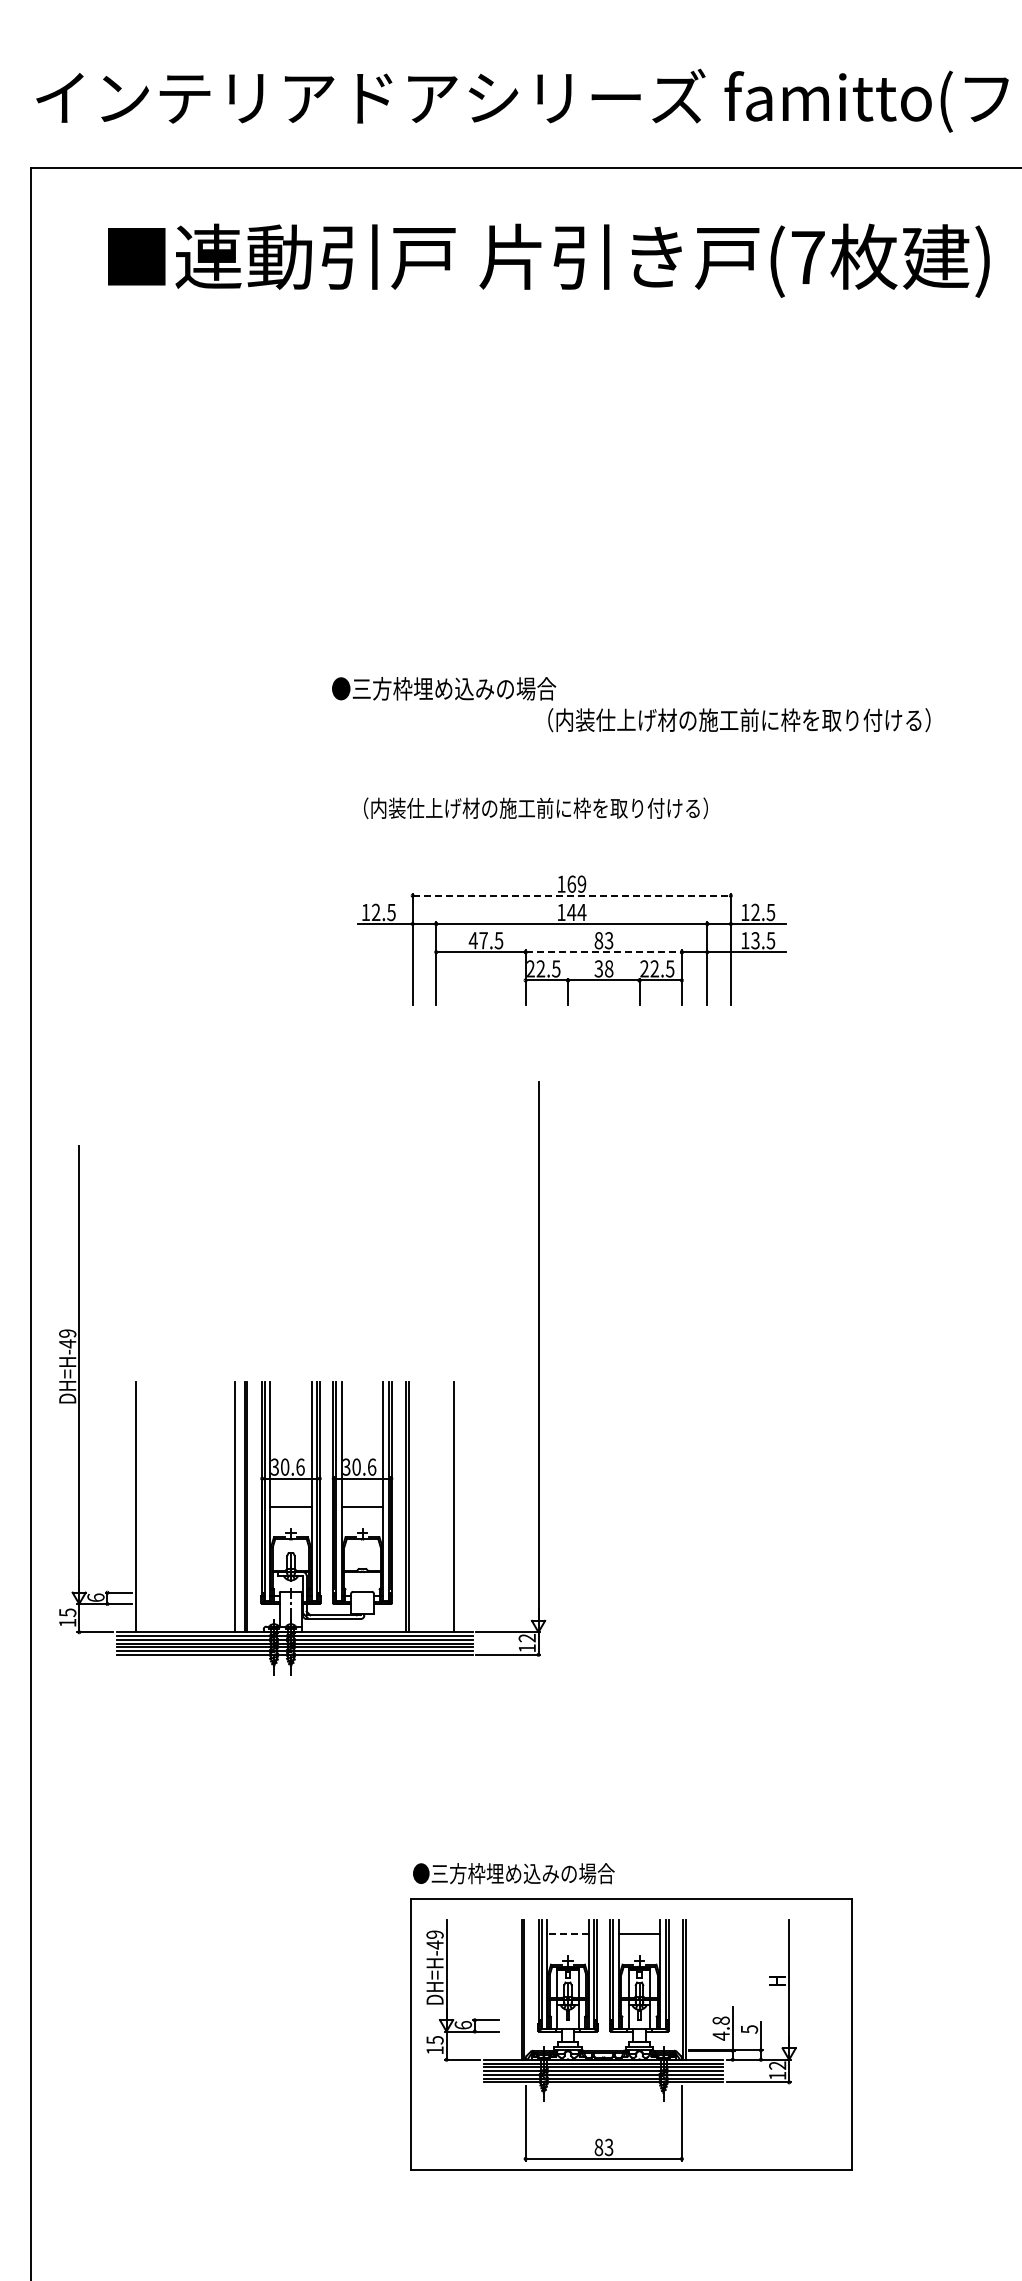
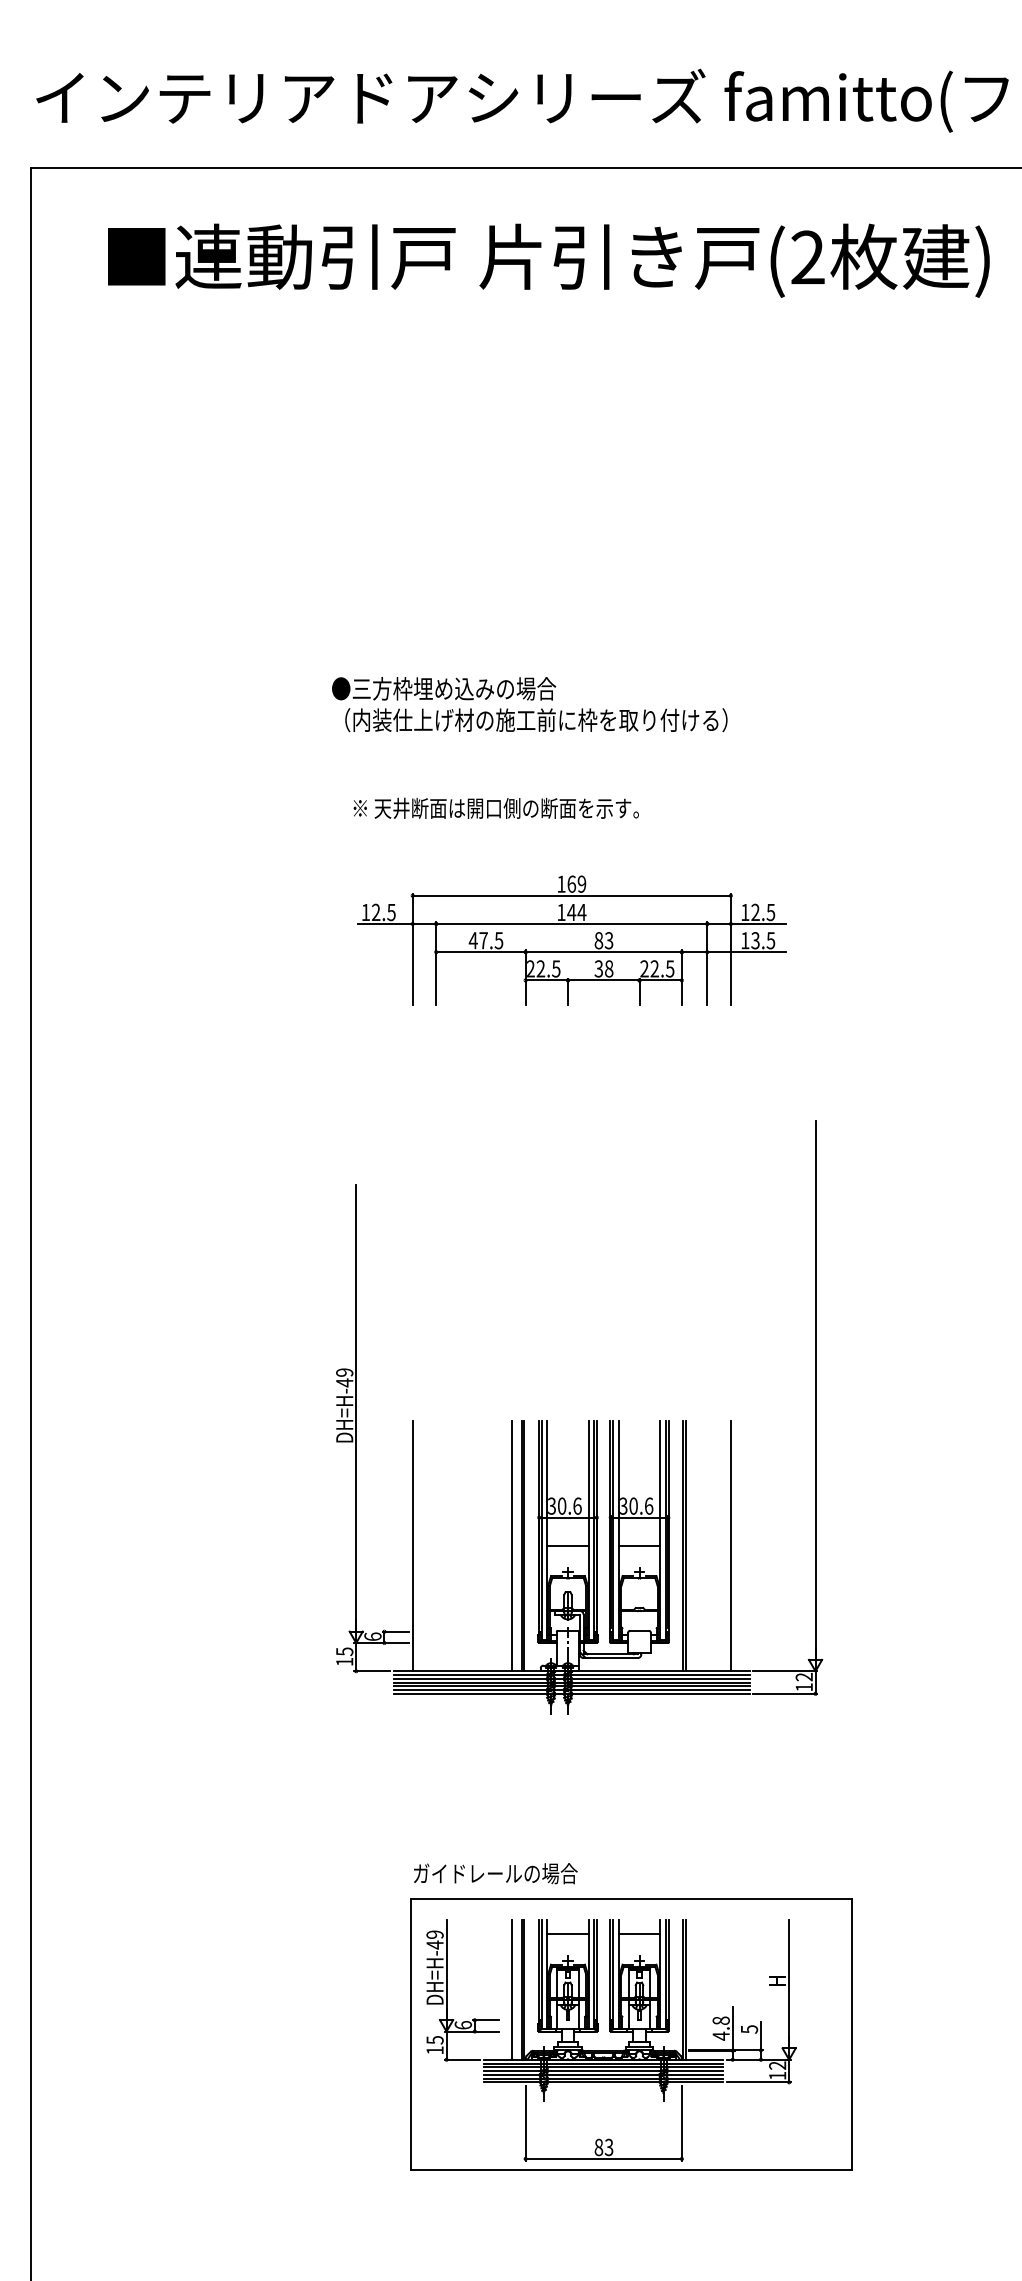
text at (807, 256): (7 -> (2
text at (739, 720) position: (739, 720) -> (536, 720)
text at (530, 808): （内装仕上げ材の施工前に枠を取り付ける） -> ※ 天井断面は開口側の断面を示す。
line at (572, 895): dashed -> solid
line at (604, 952): dashed -> solid
part at (311, 1381) position: (311, 1381) -> (588, 1420)
text at (513, 1873): ●三方枠埋め込みの場合 -> ガイドレールの場合
line at (568, 1934): dashed -> solid
line at (512, 1989): none -> present
